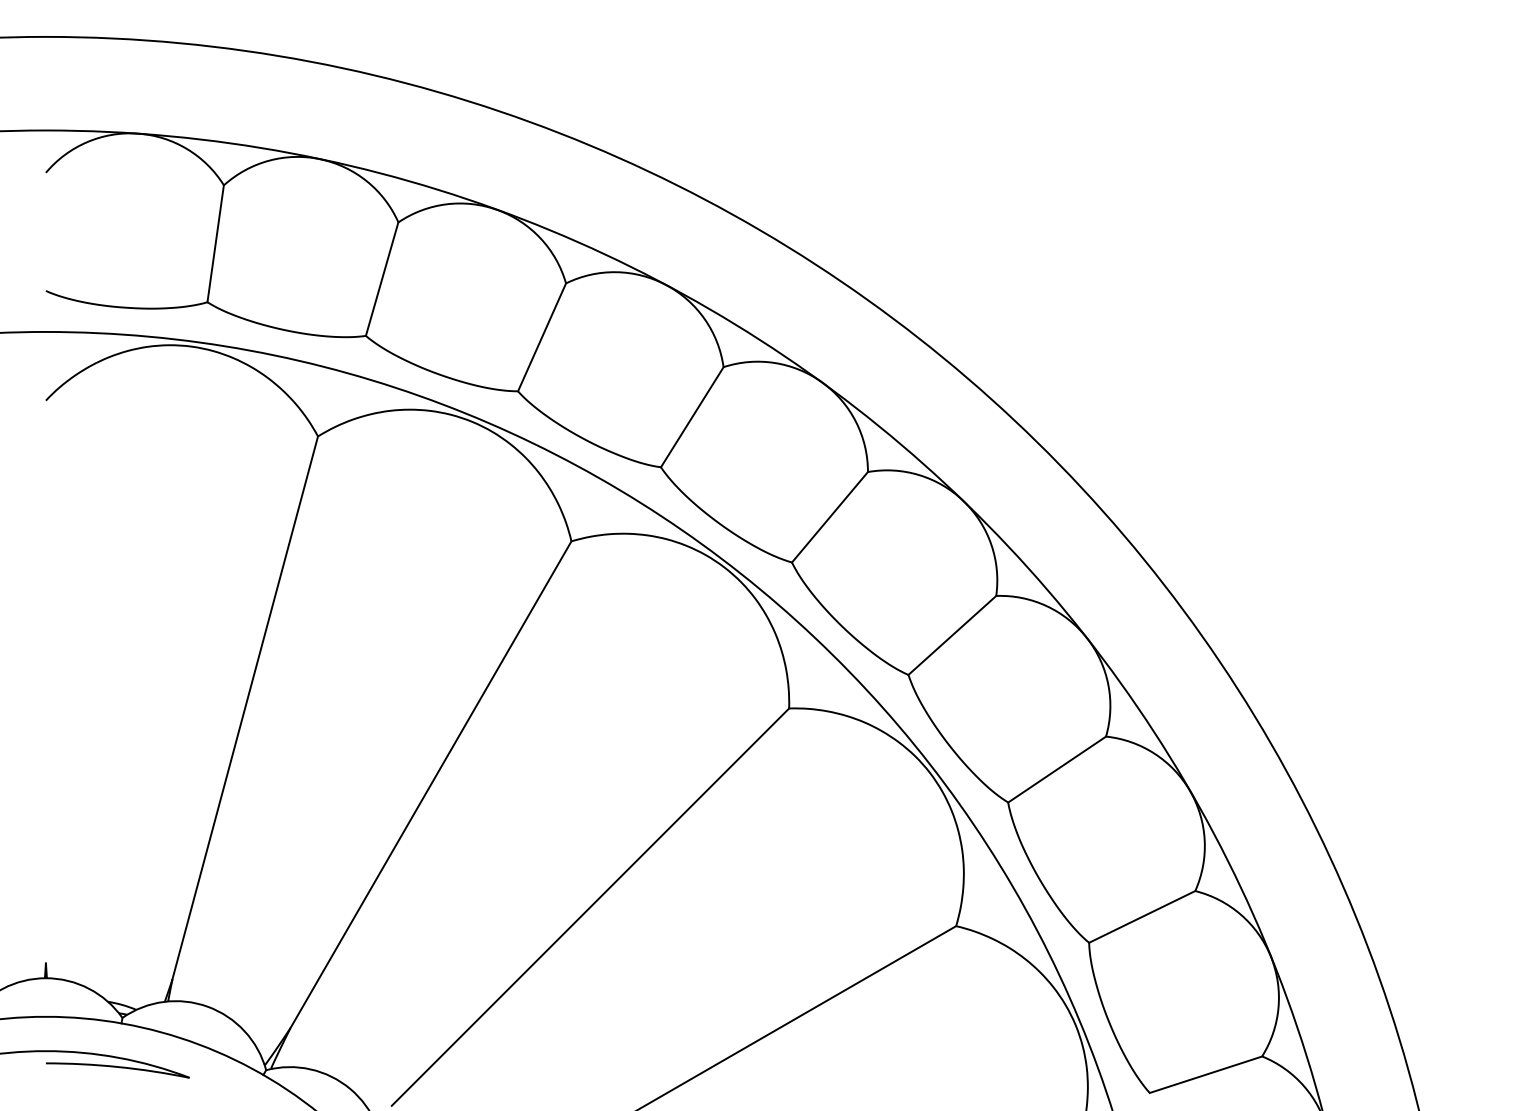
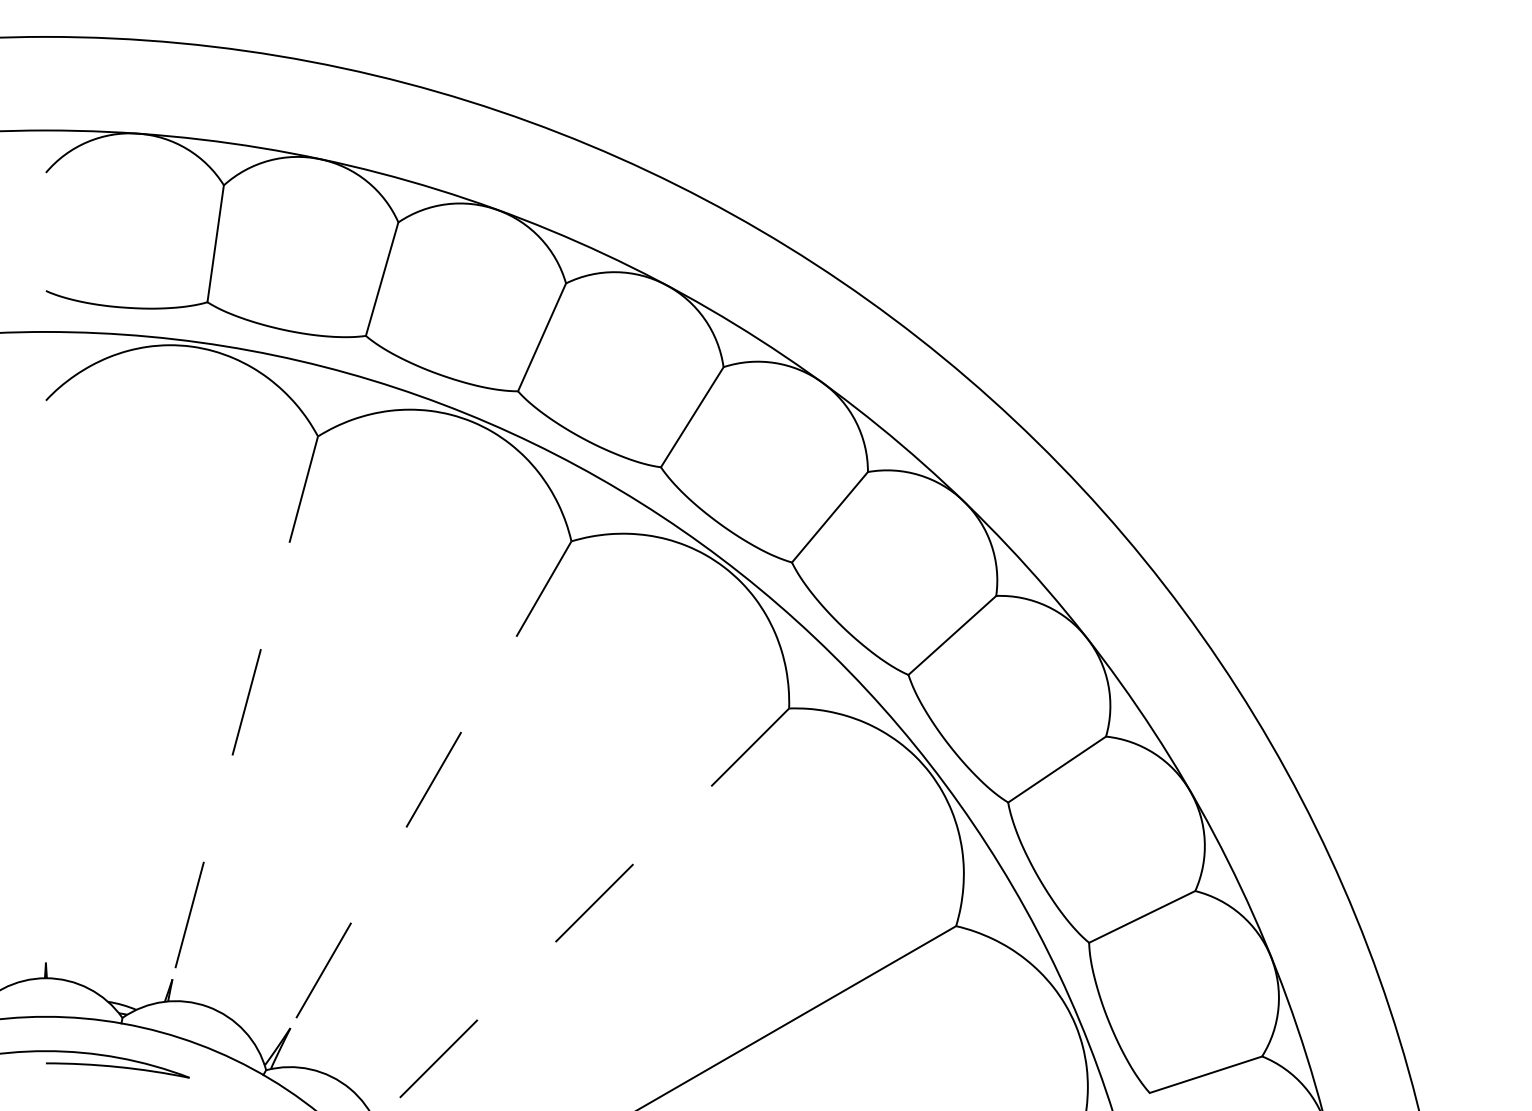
line at (245, 707): solid -> dashed
line at (430, 785): solid -> dashed
line at (590, 907): solid -> dashed
